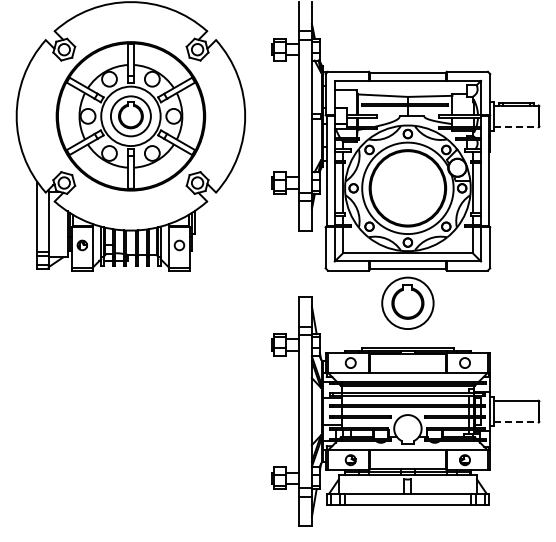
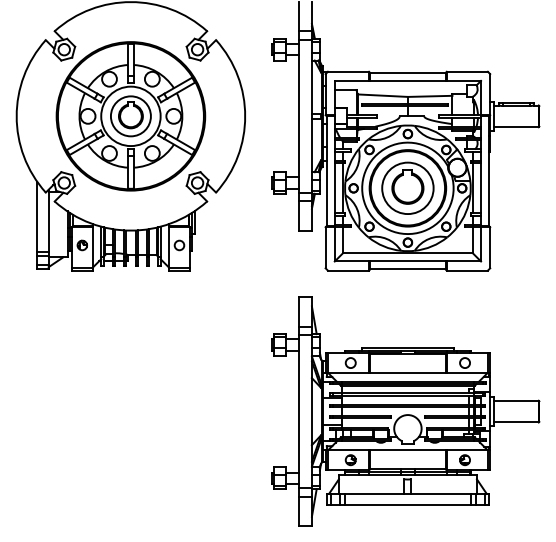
line at (516, 127): dashed -> solid
part at (407, 302) position: (407, 302) -> (407, 187)
line at (516, 422): dashed -> solid
